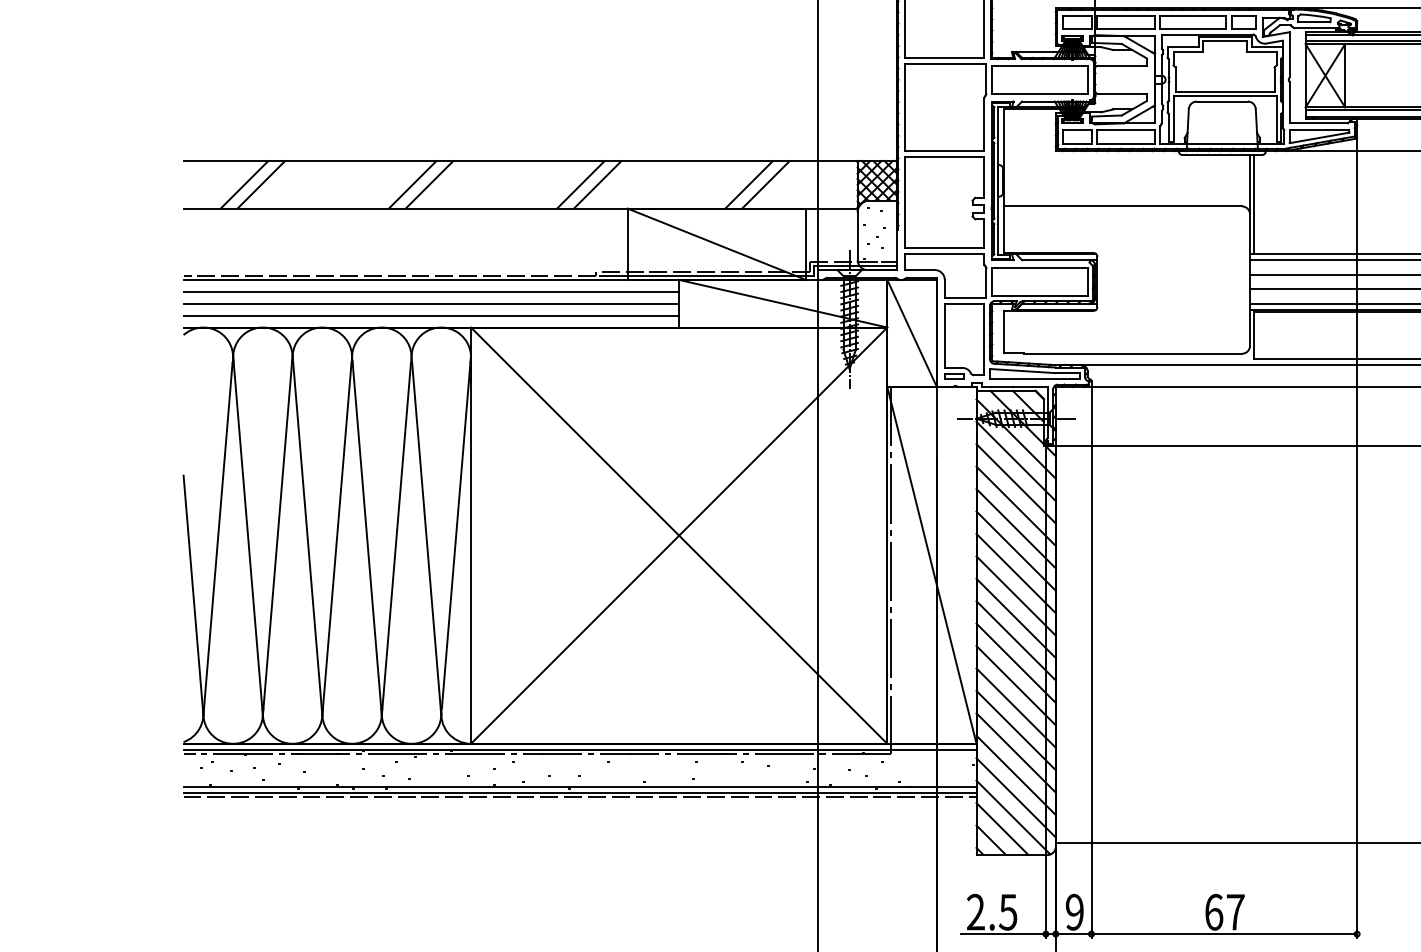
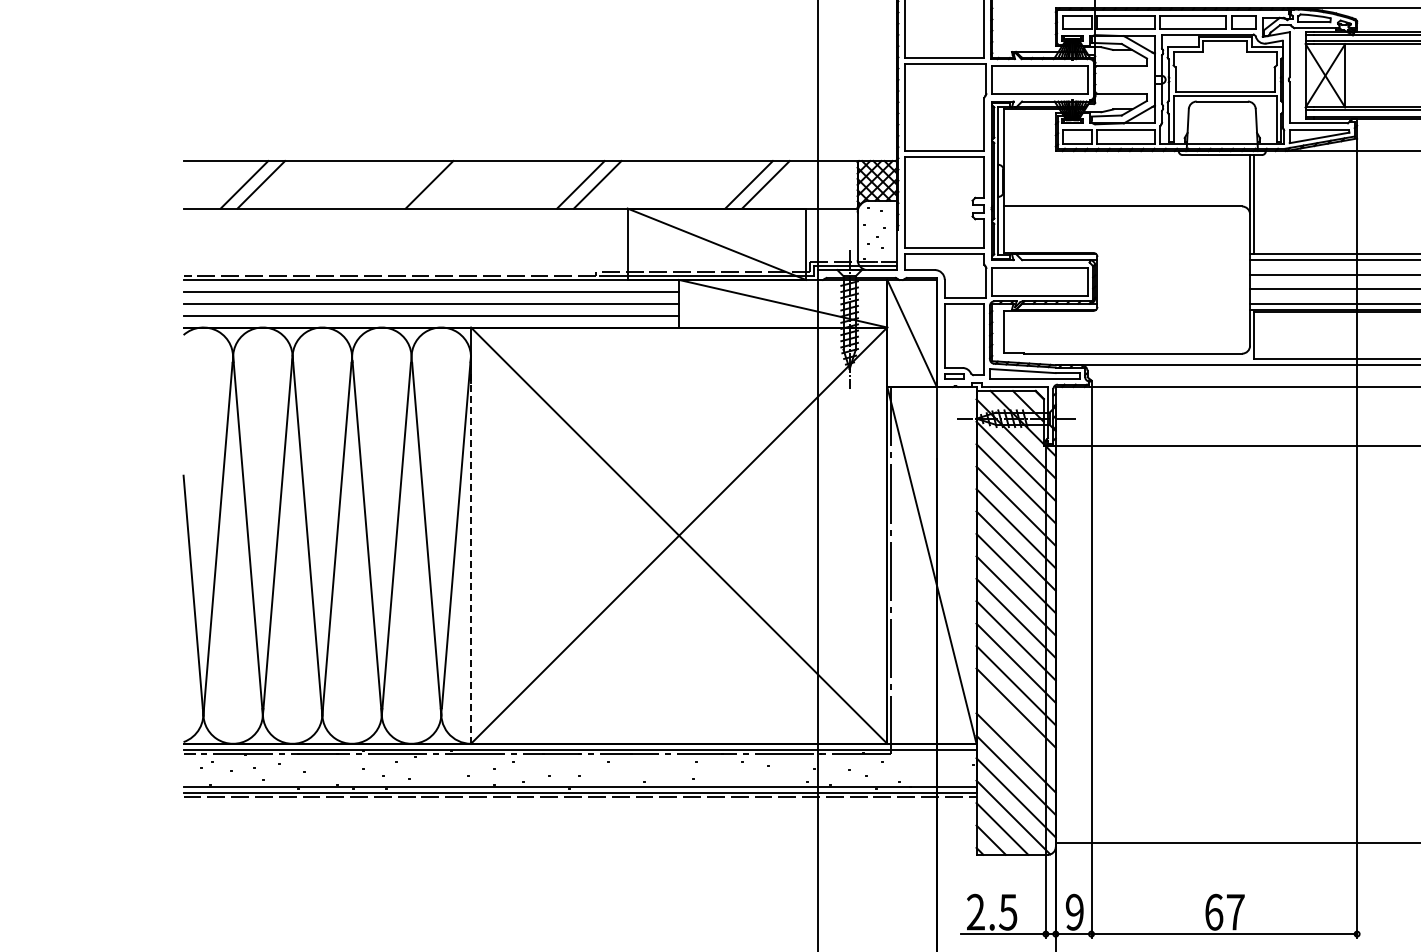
line at (412, 184): present -> none
line at (471, 550): solid -> dashed
line at (1015, 730): present -> none
